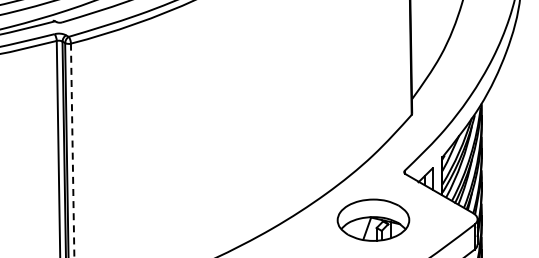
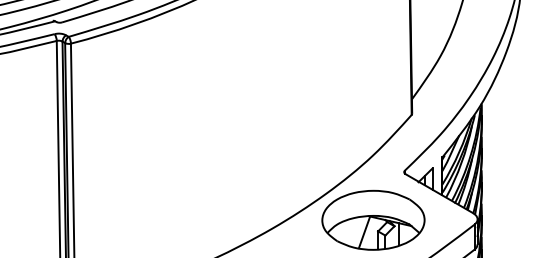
line at (72, 150): dashed -> solid
part at (373, 219) size: 75x44 px -> 105x62 px
